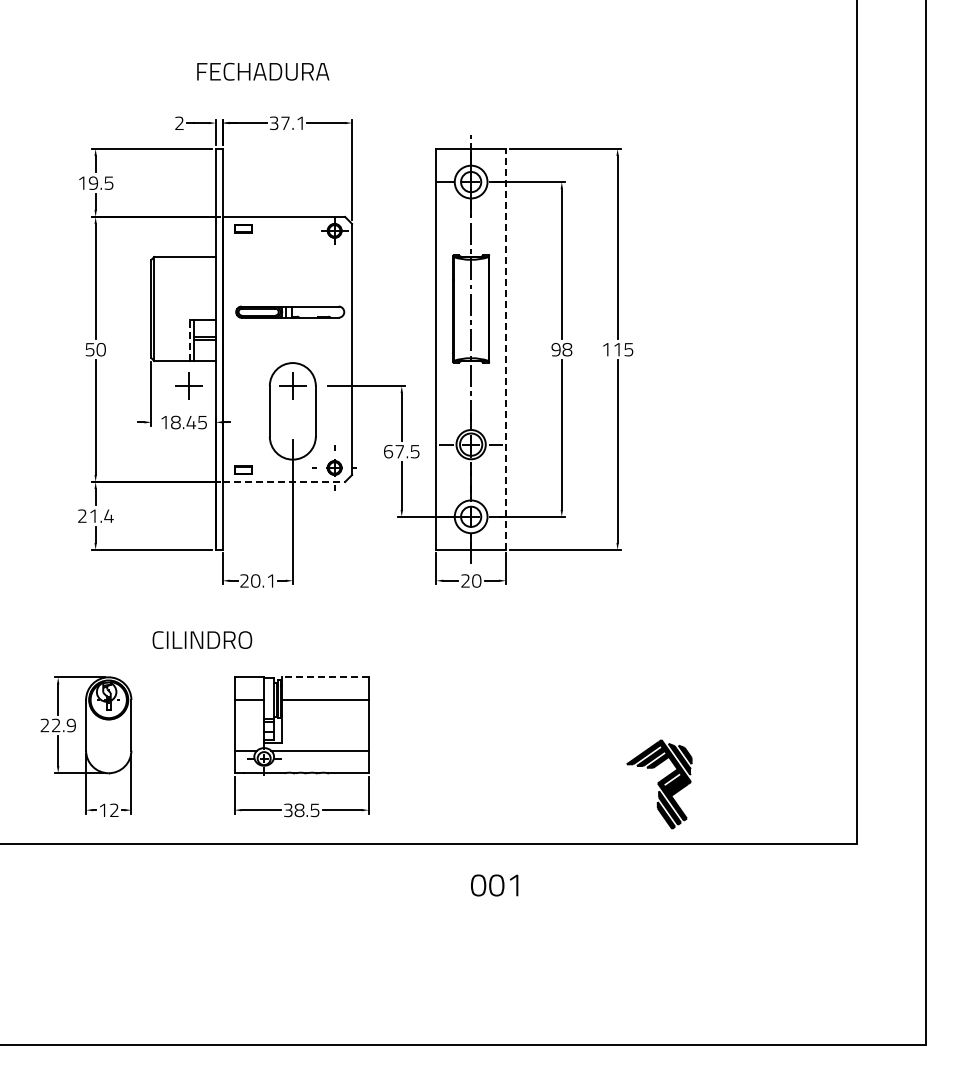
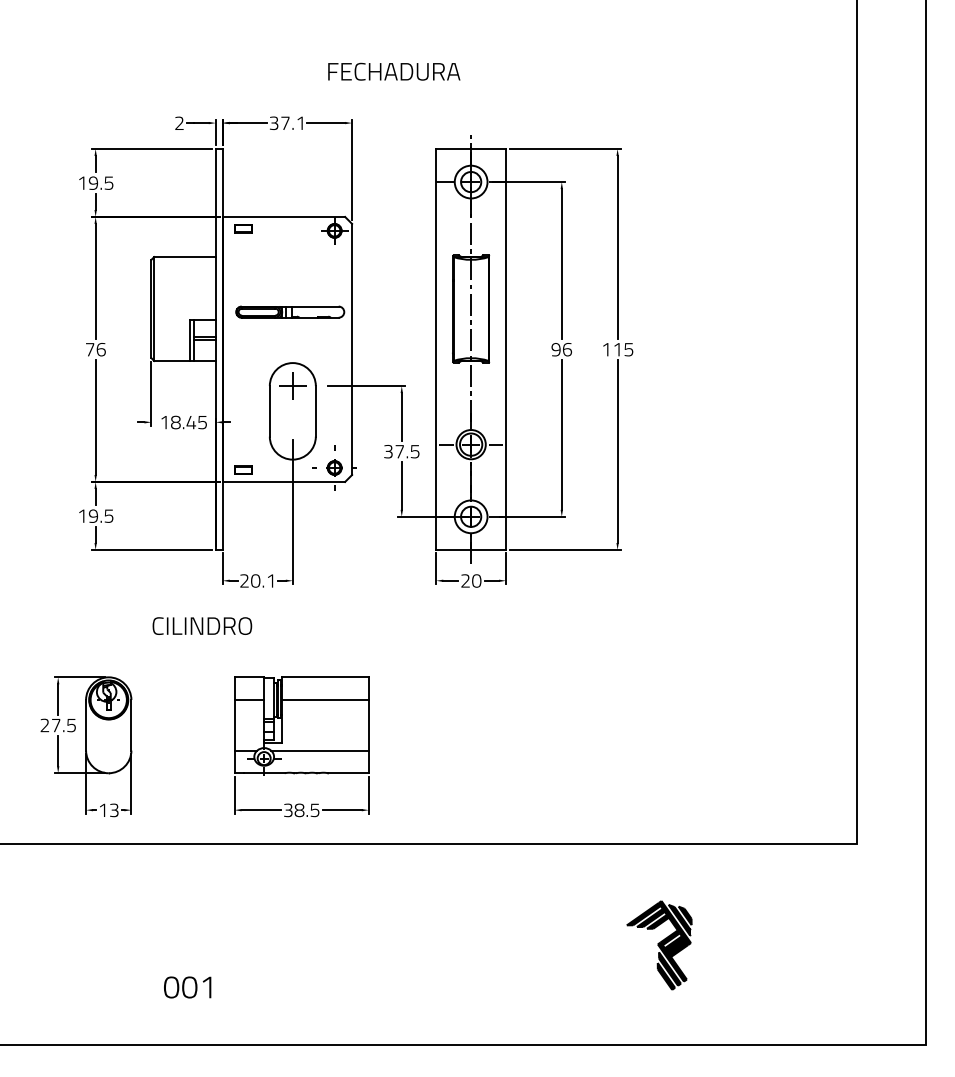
text at (263, 71) position: (263, 71) -> (394, 71)
line at (189, 340): dashed -> solid
line at (506, 348): dashed -> solid
text at (95, 349): 50 -> 76
text at (567, 349): 98 -> 96
part at (188, 385): present -> none
text at (388, 451): 67.5 -> 37.5
line at (284, 481): dashed -> solid
text at (95, 515): 21.4 -> 19.5
text at (202, 639) position: (202, 639) -> (202, 625)
line at (325, 677): dashed -> solid
text at (63, 725): 22.9 -> 27.5
part at (659, 784) position: (659, 784) -> (659, 945)
text at (114, 810): 12 -> 13
text at (494, 885) position: (494, 885) -> (187, 987)
